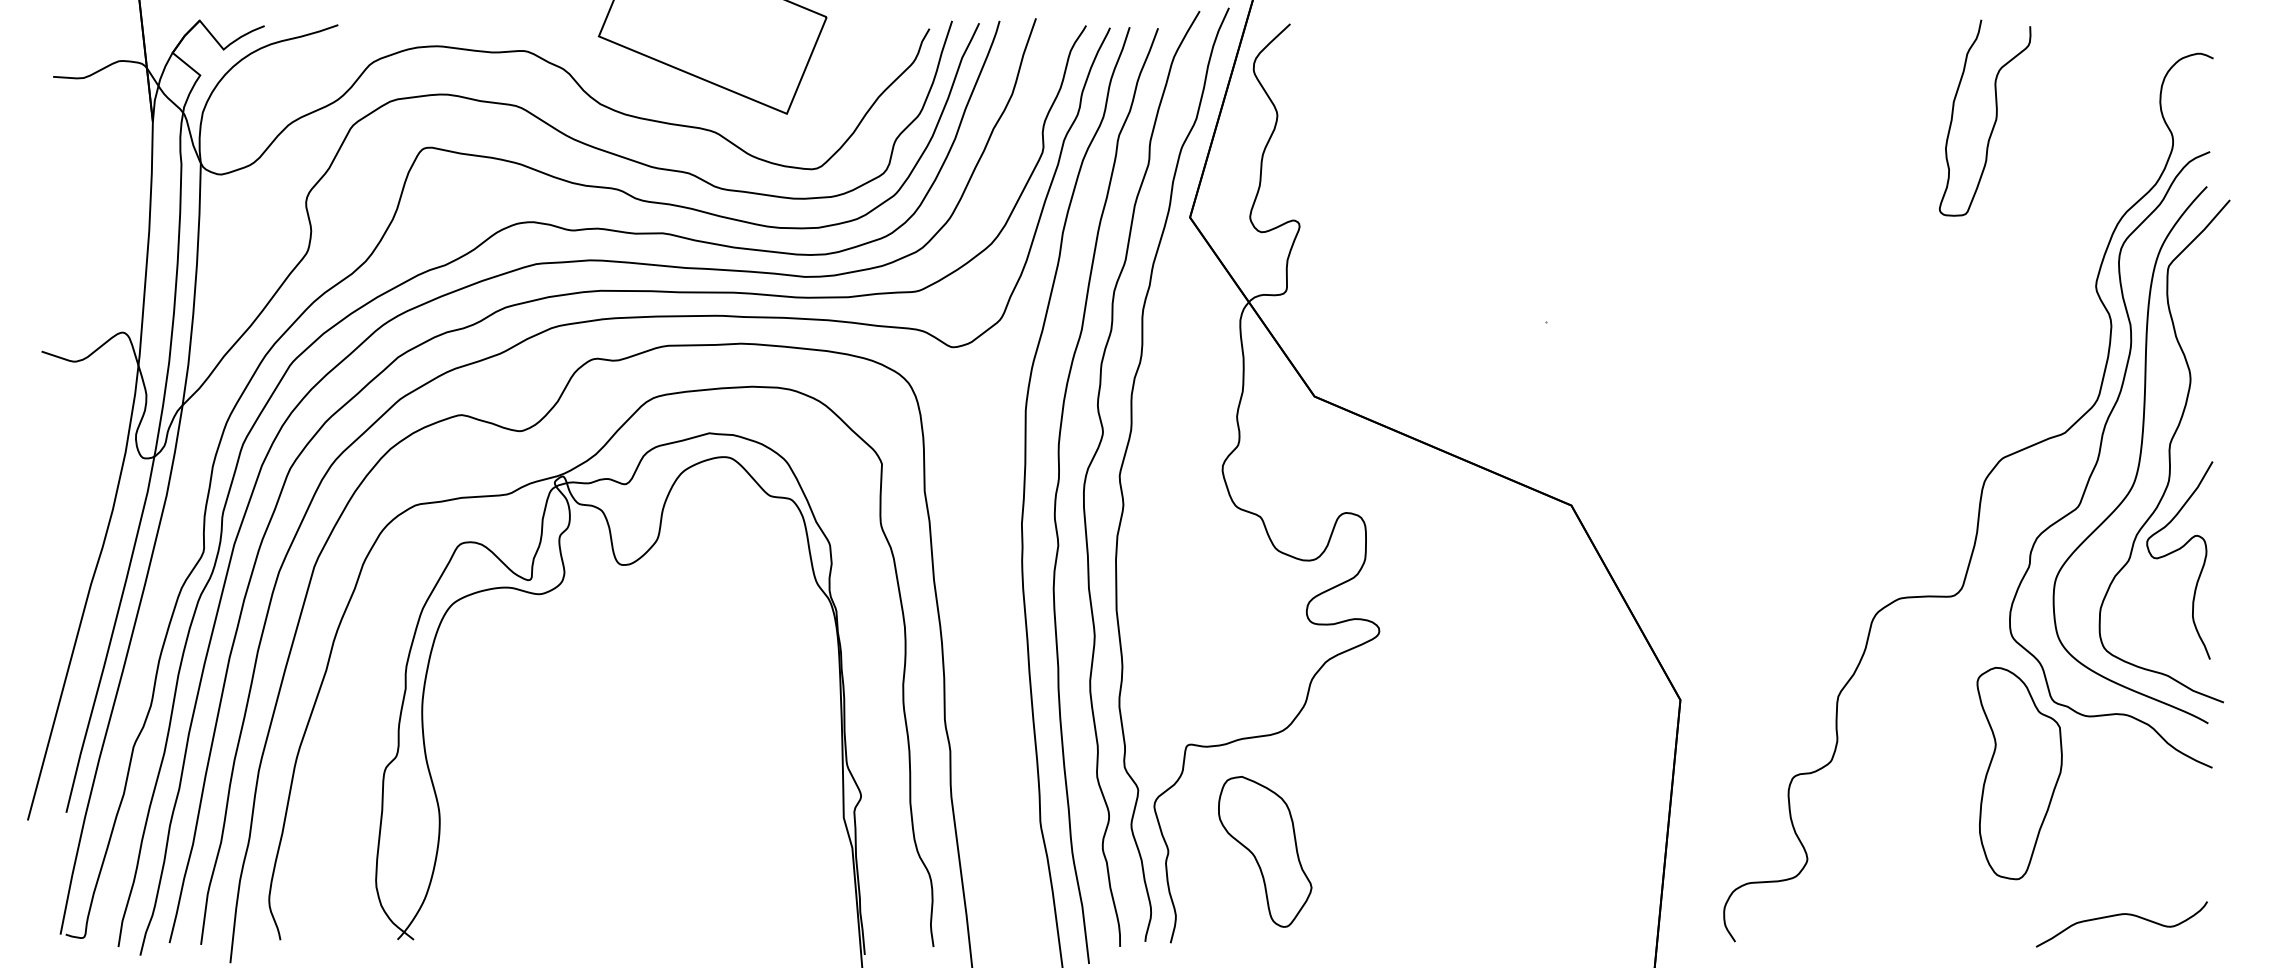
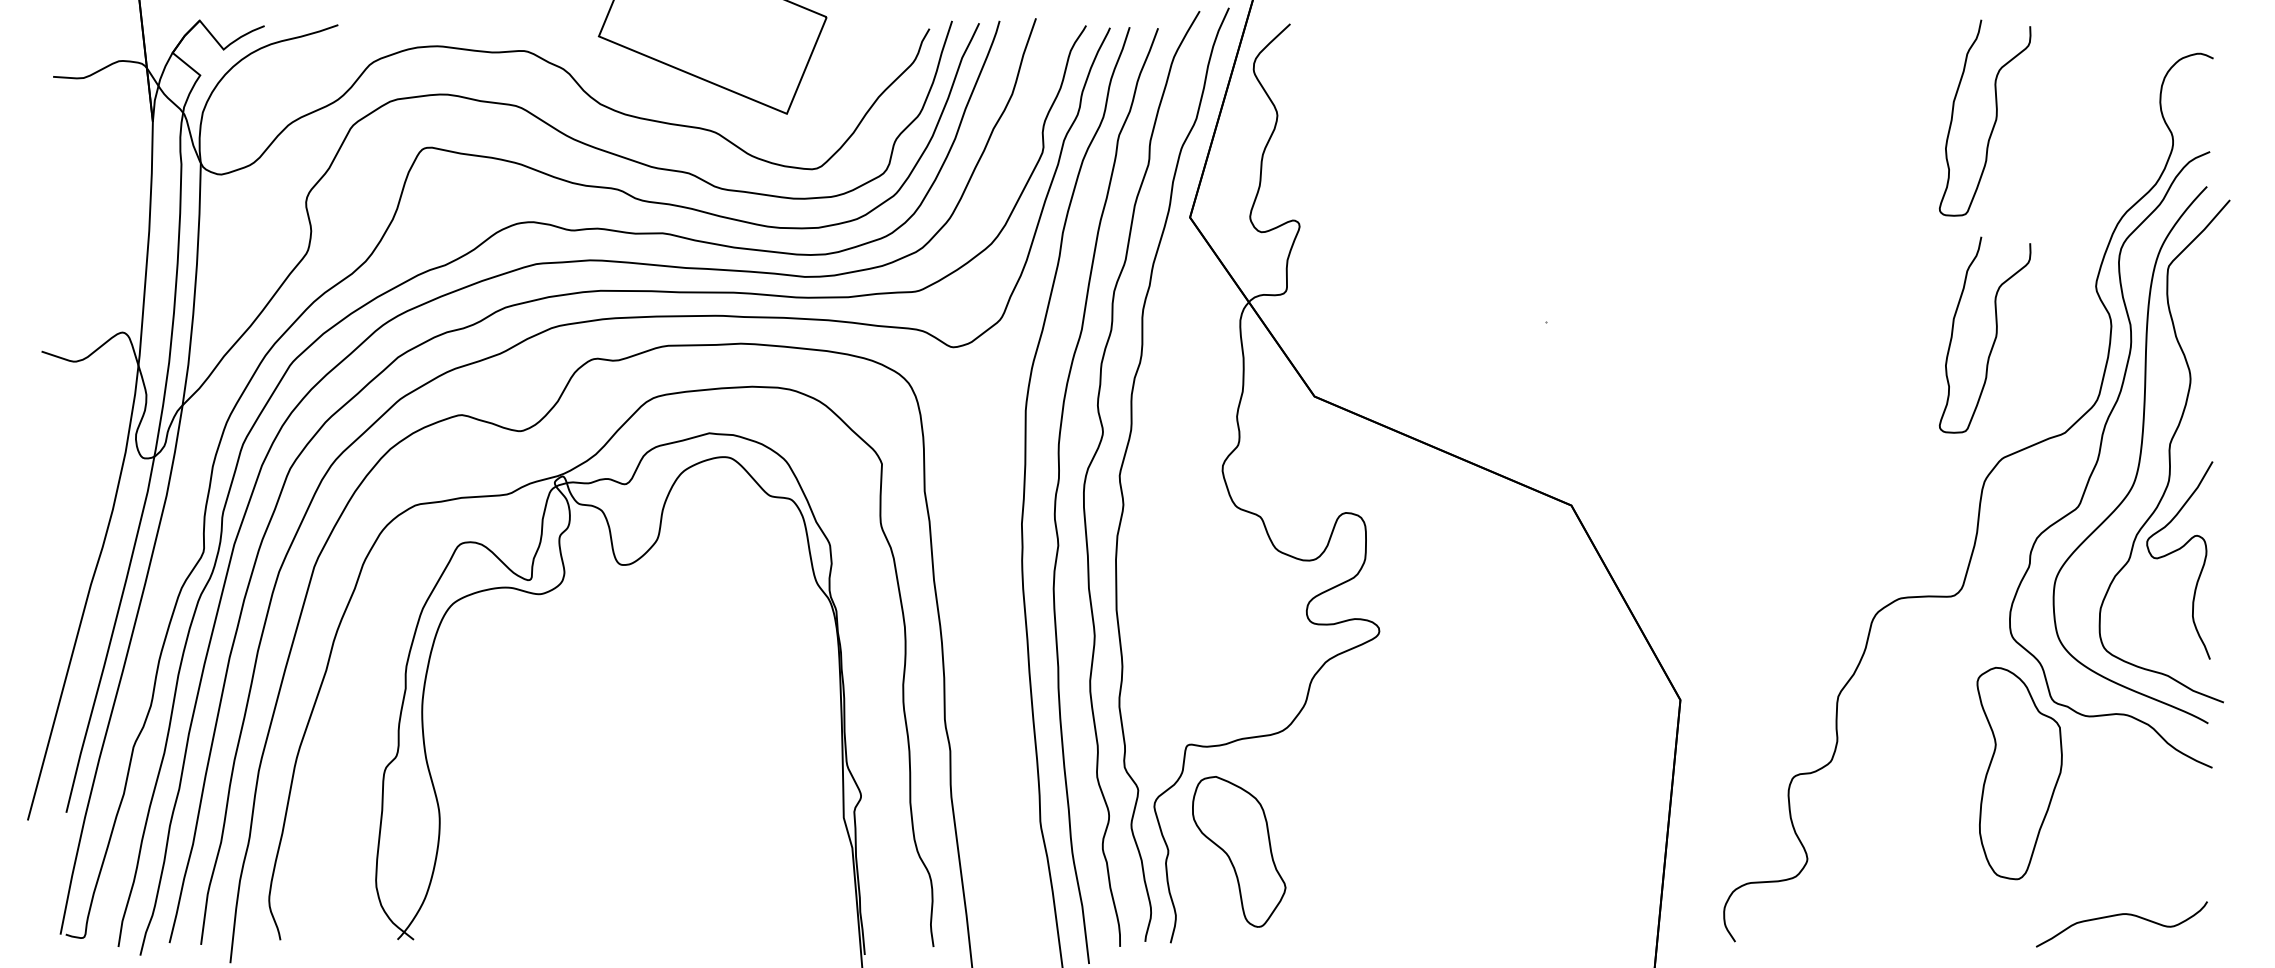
curve at (1994, 338): none -> present
part at (1265, 851) position: (1265, 851) -> (1239, 851)
